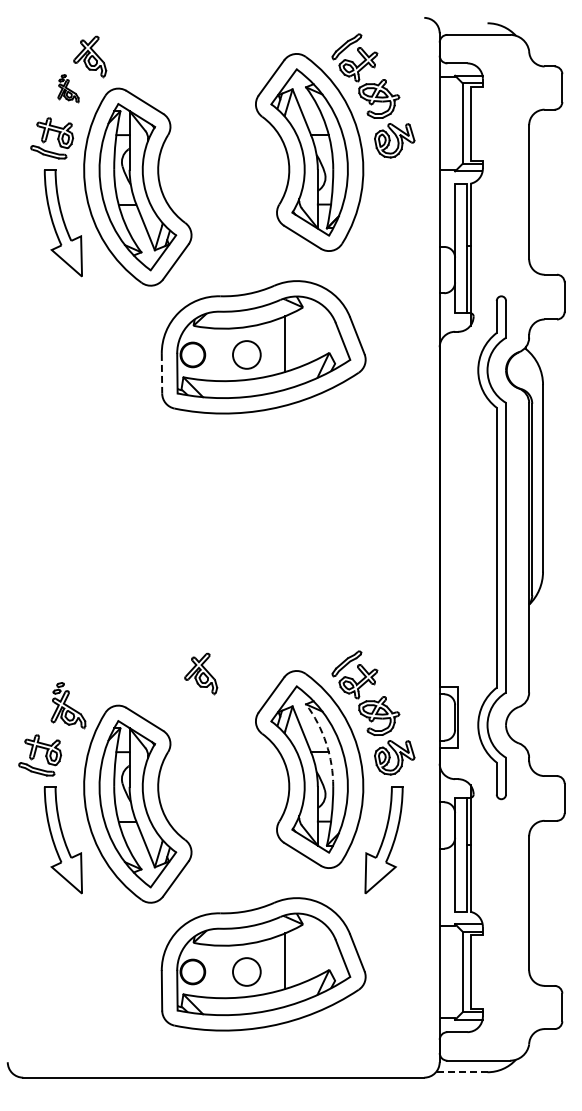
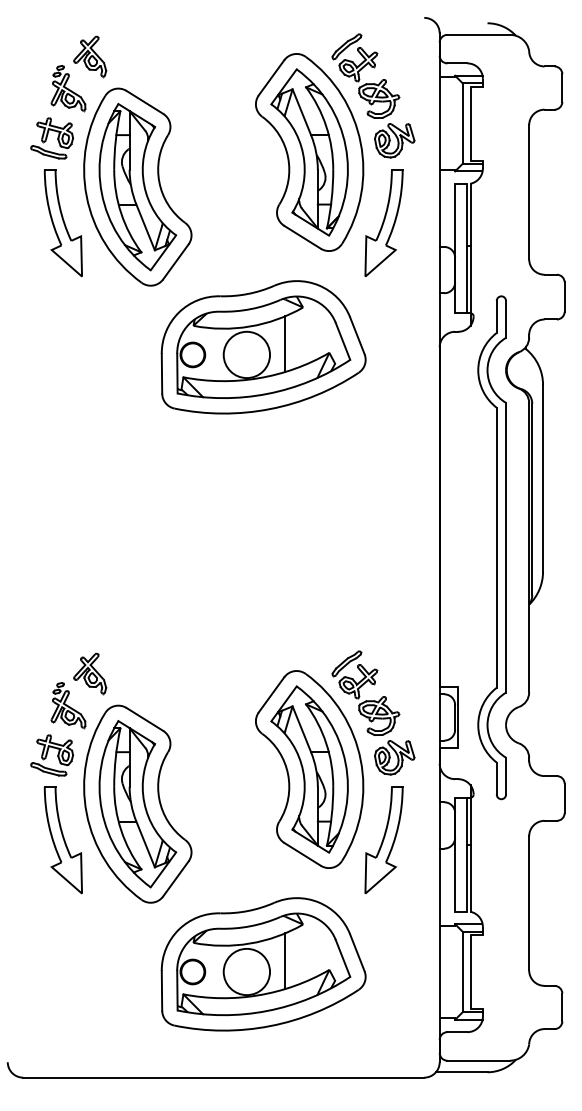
part at (68, 88) size: 23x30 px -> 37x48 px
part at (383, 222): none -> present
circle at (246, 354) diameter: 28 px -> 46 px
line at (161, 373): dashed -> solid
part at (201, 673) position: (201, 673) -> (90, 673)
arc at (326, 743): dashed -> solid
part at (40, 755) position: (40, 755) -> (52, 755)
circle at (246, 971) diameter: 28 px -> 46 px
line at (461, 1072): dashed -> solid
